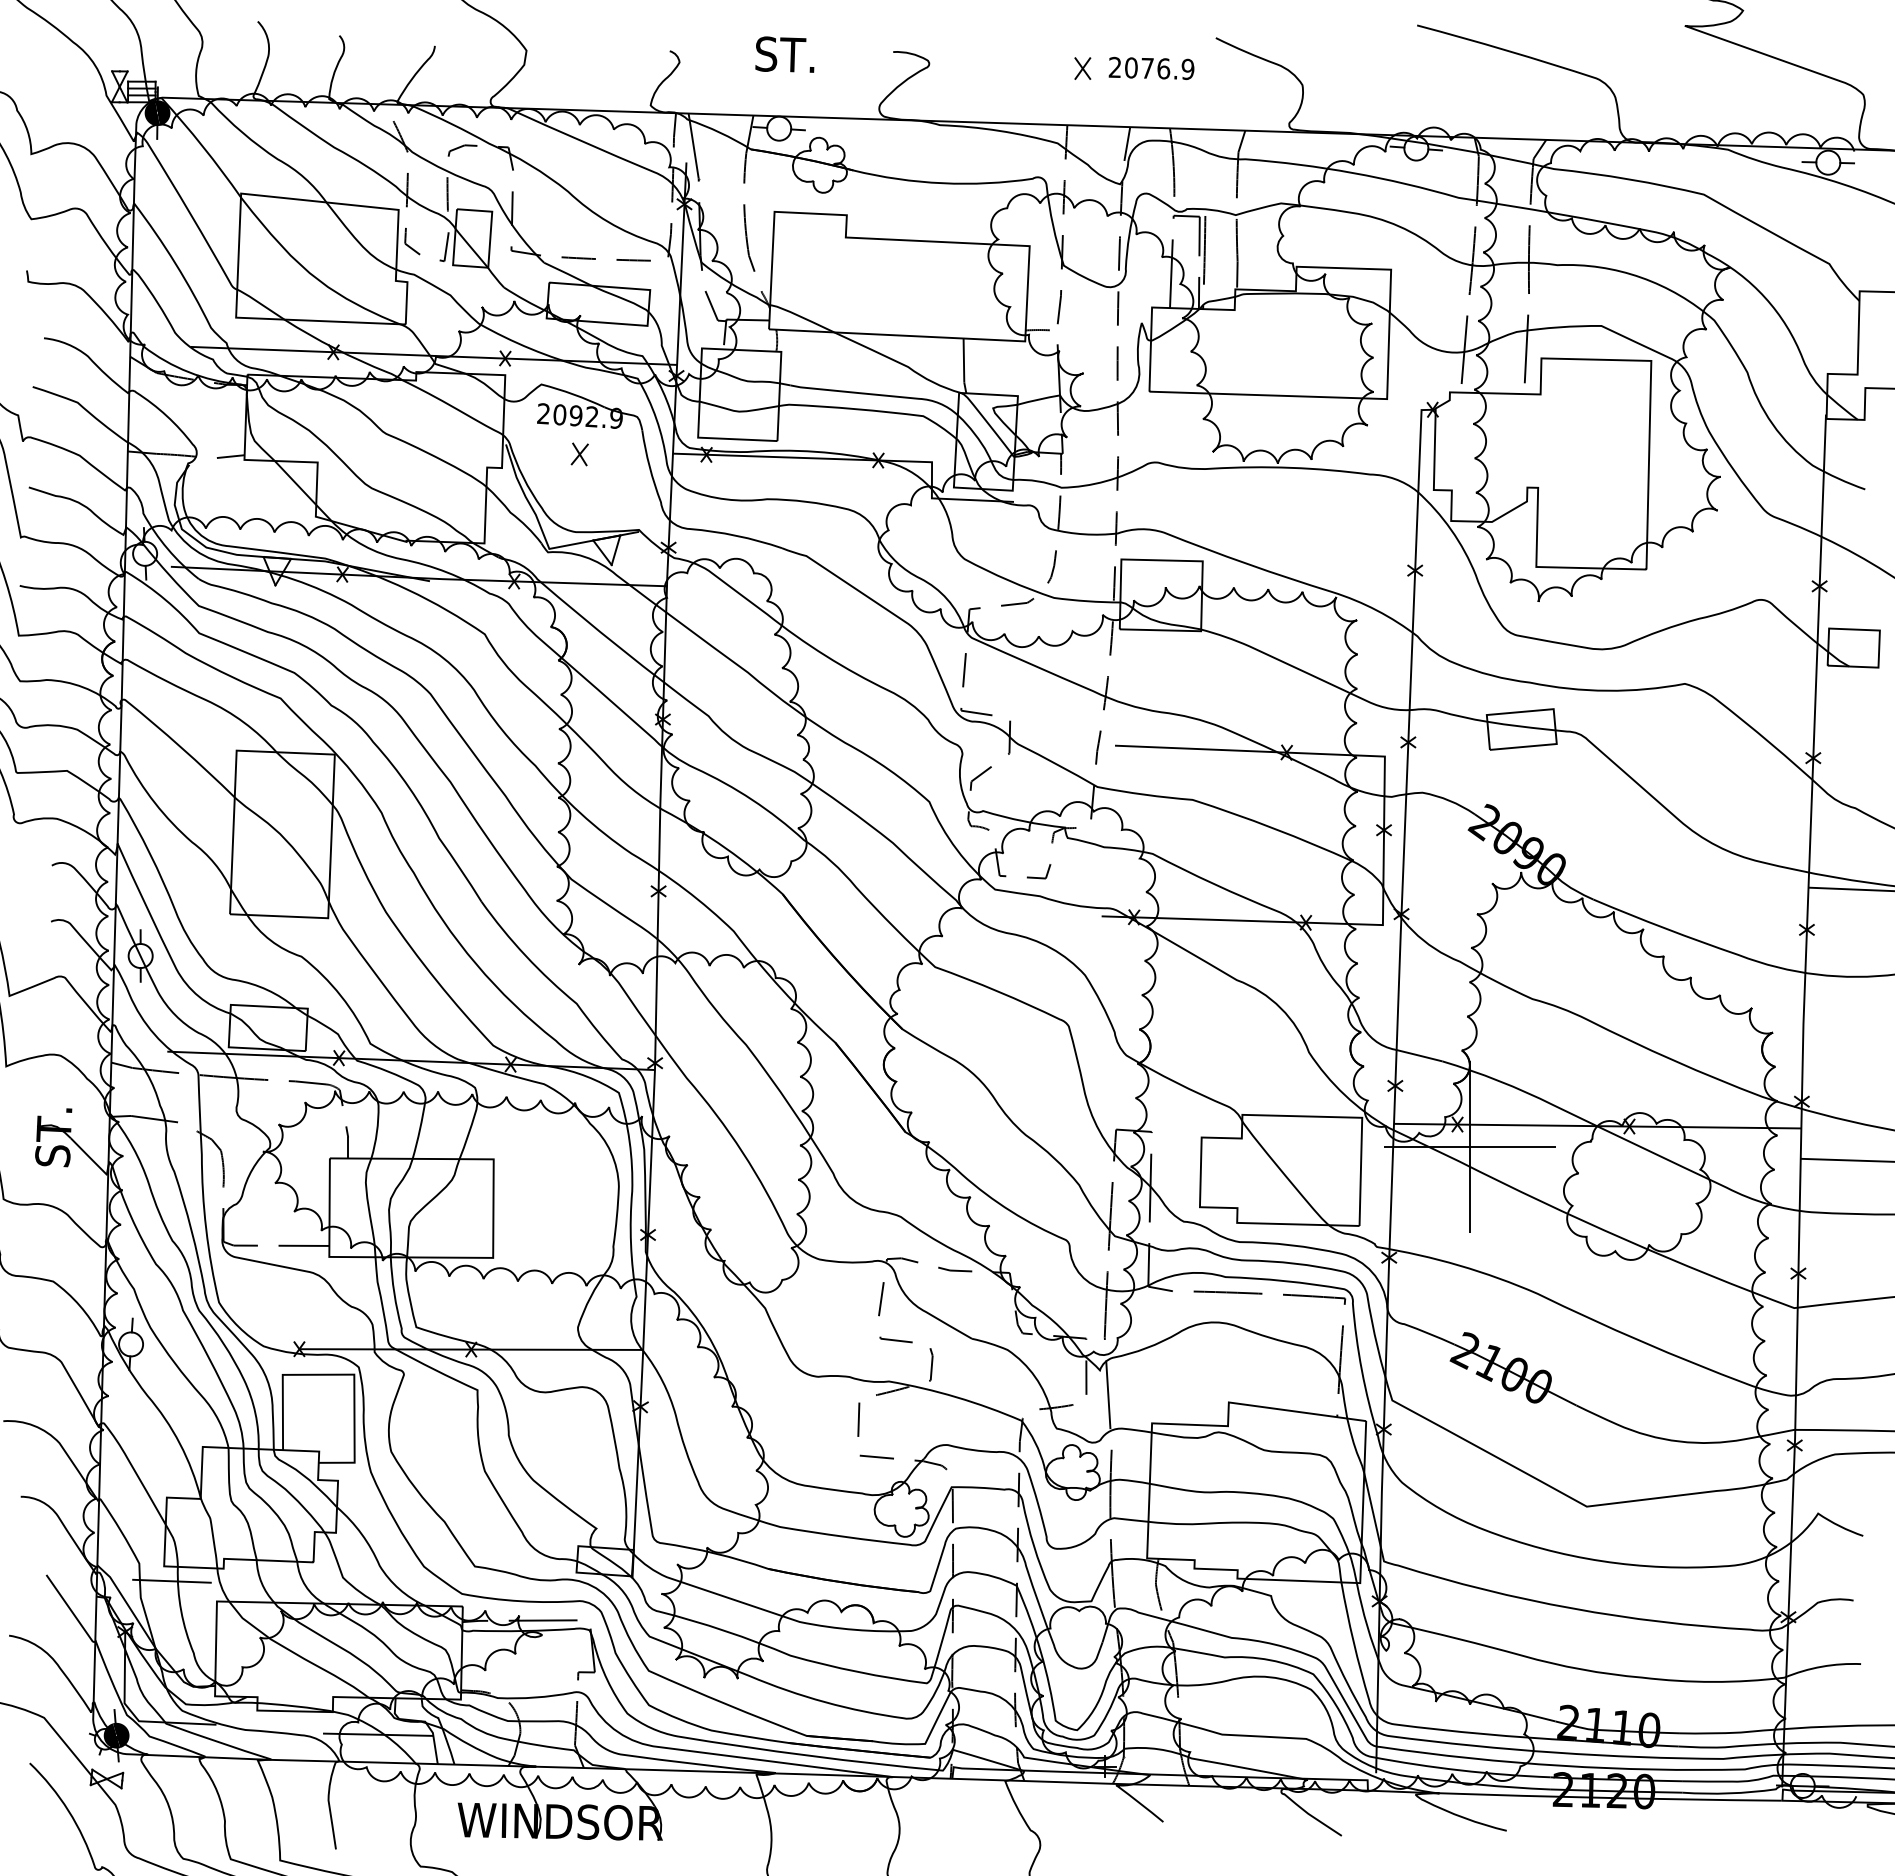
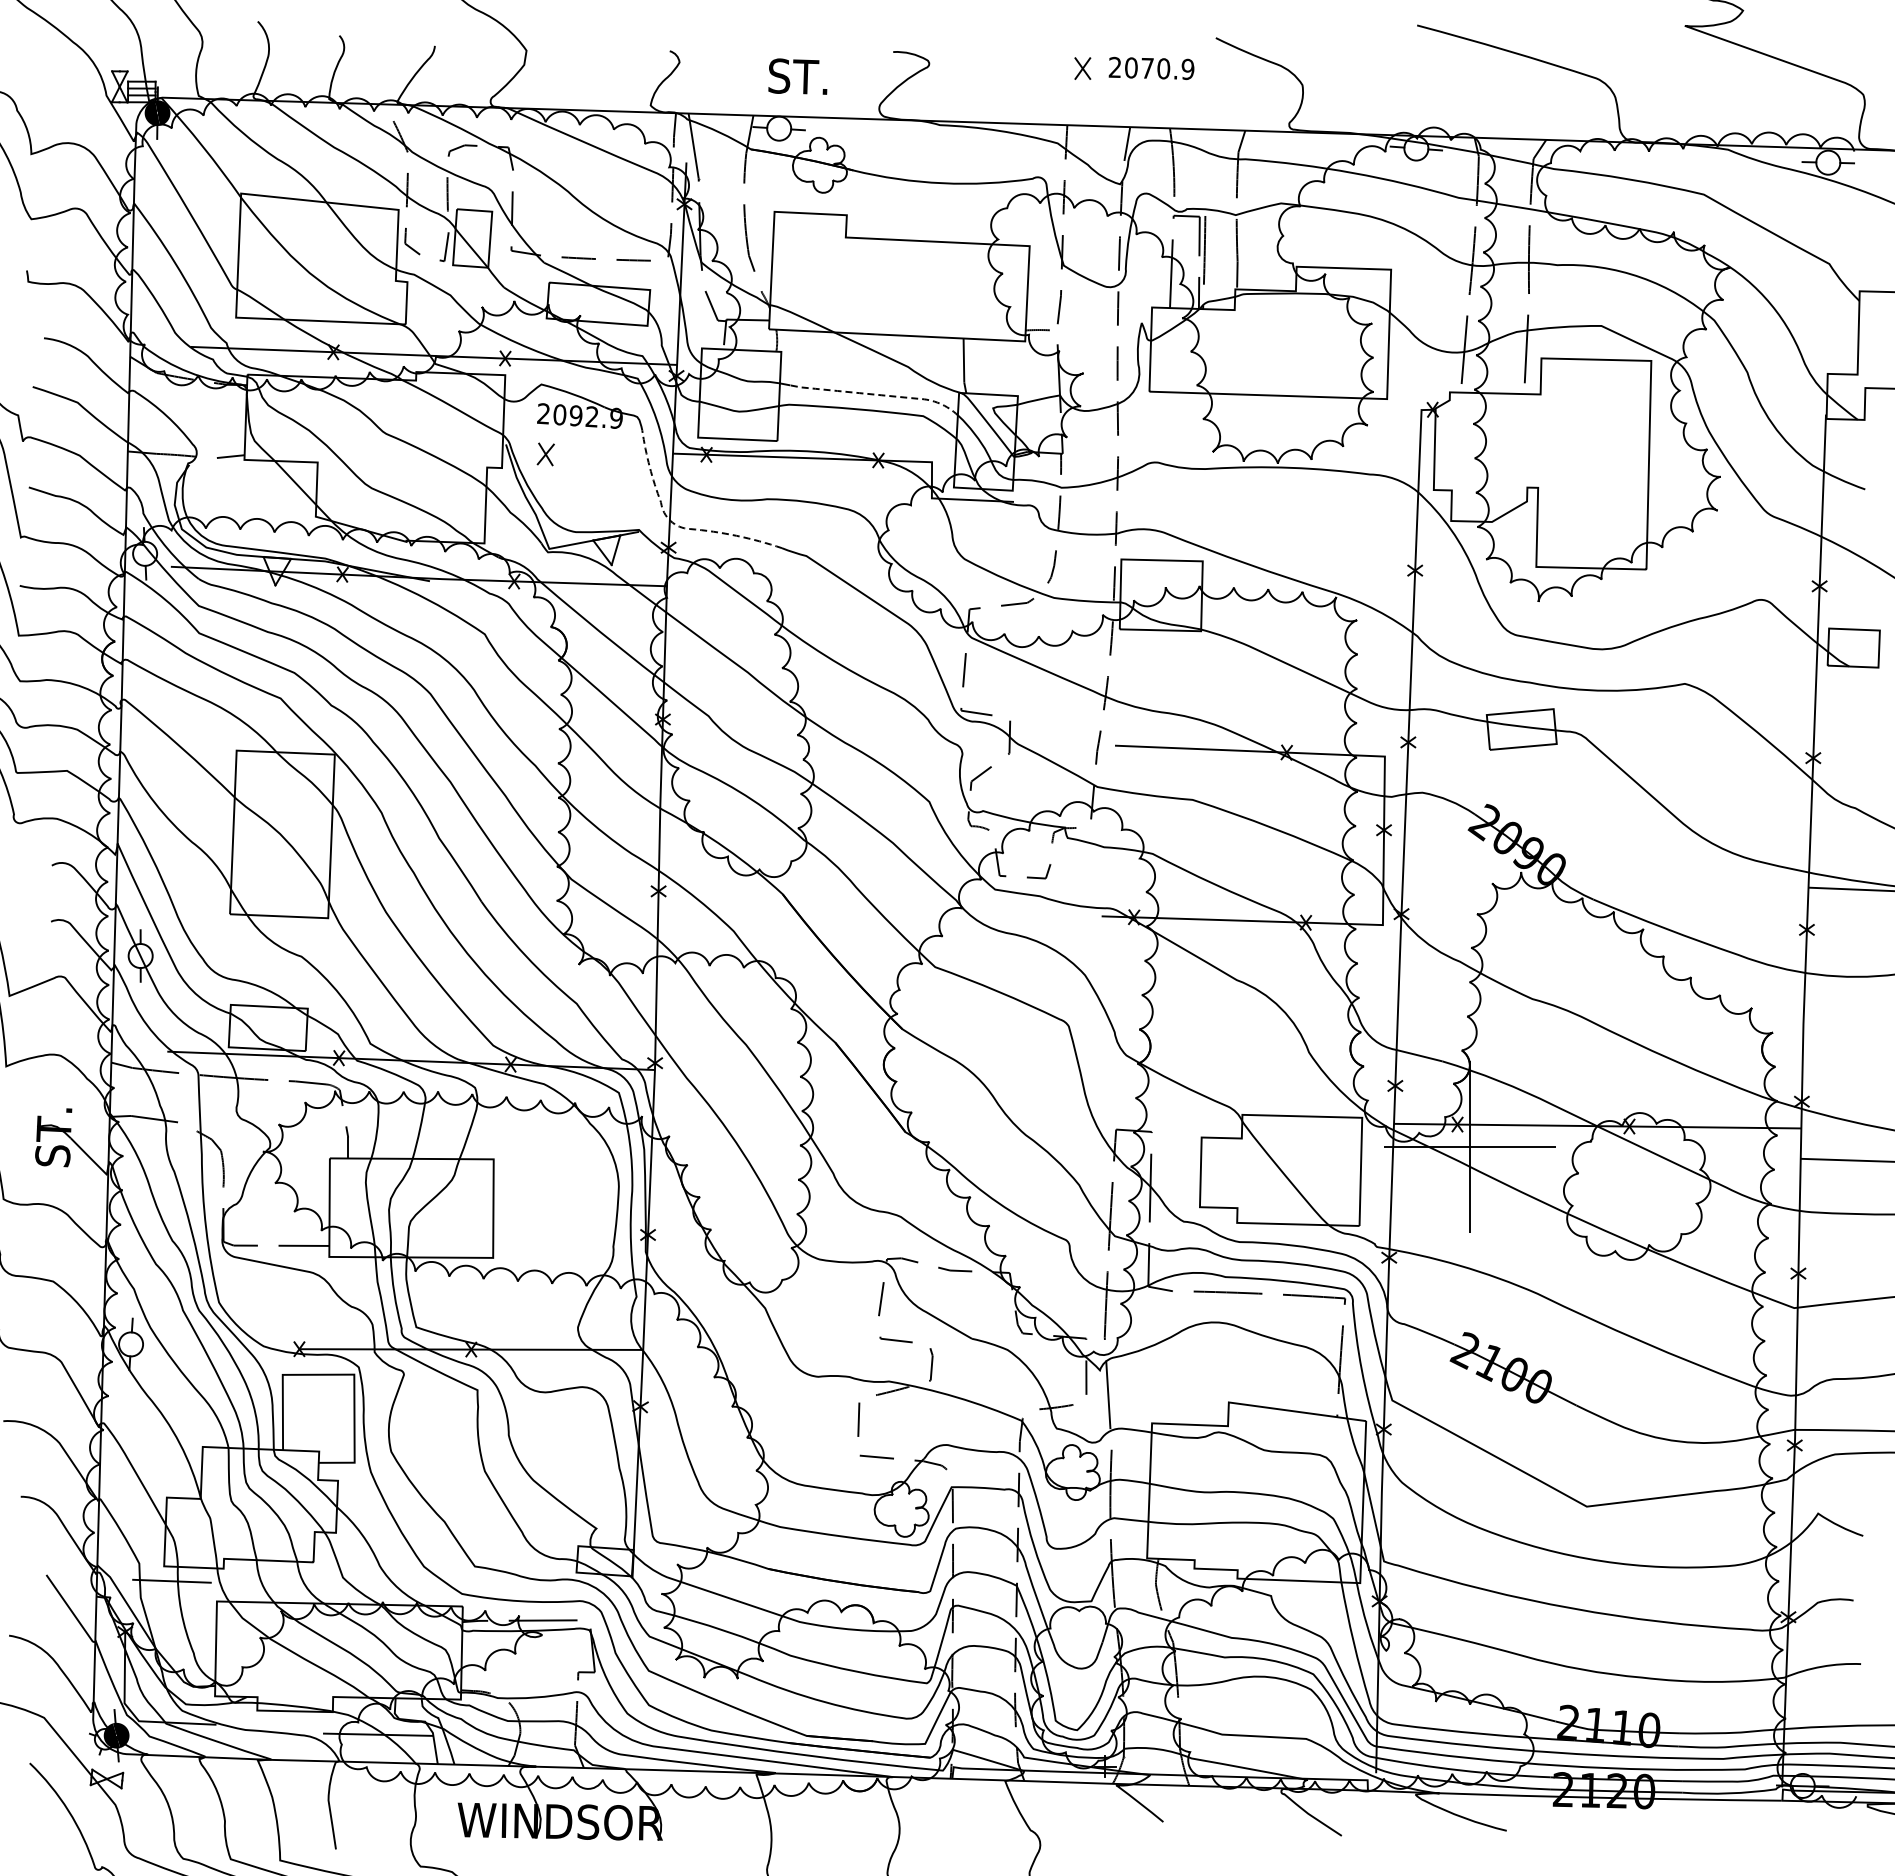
text at (784, 54) position: (784, 54) -> (797, 76)
text at (1163, 68): 2076.9 -> 2070.9
line at (880, 395): solid -> dashed
part at (579, 454) position: (579, 454) -> (545, 454)
line at (677, 525): solid -> dashed
